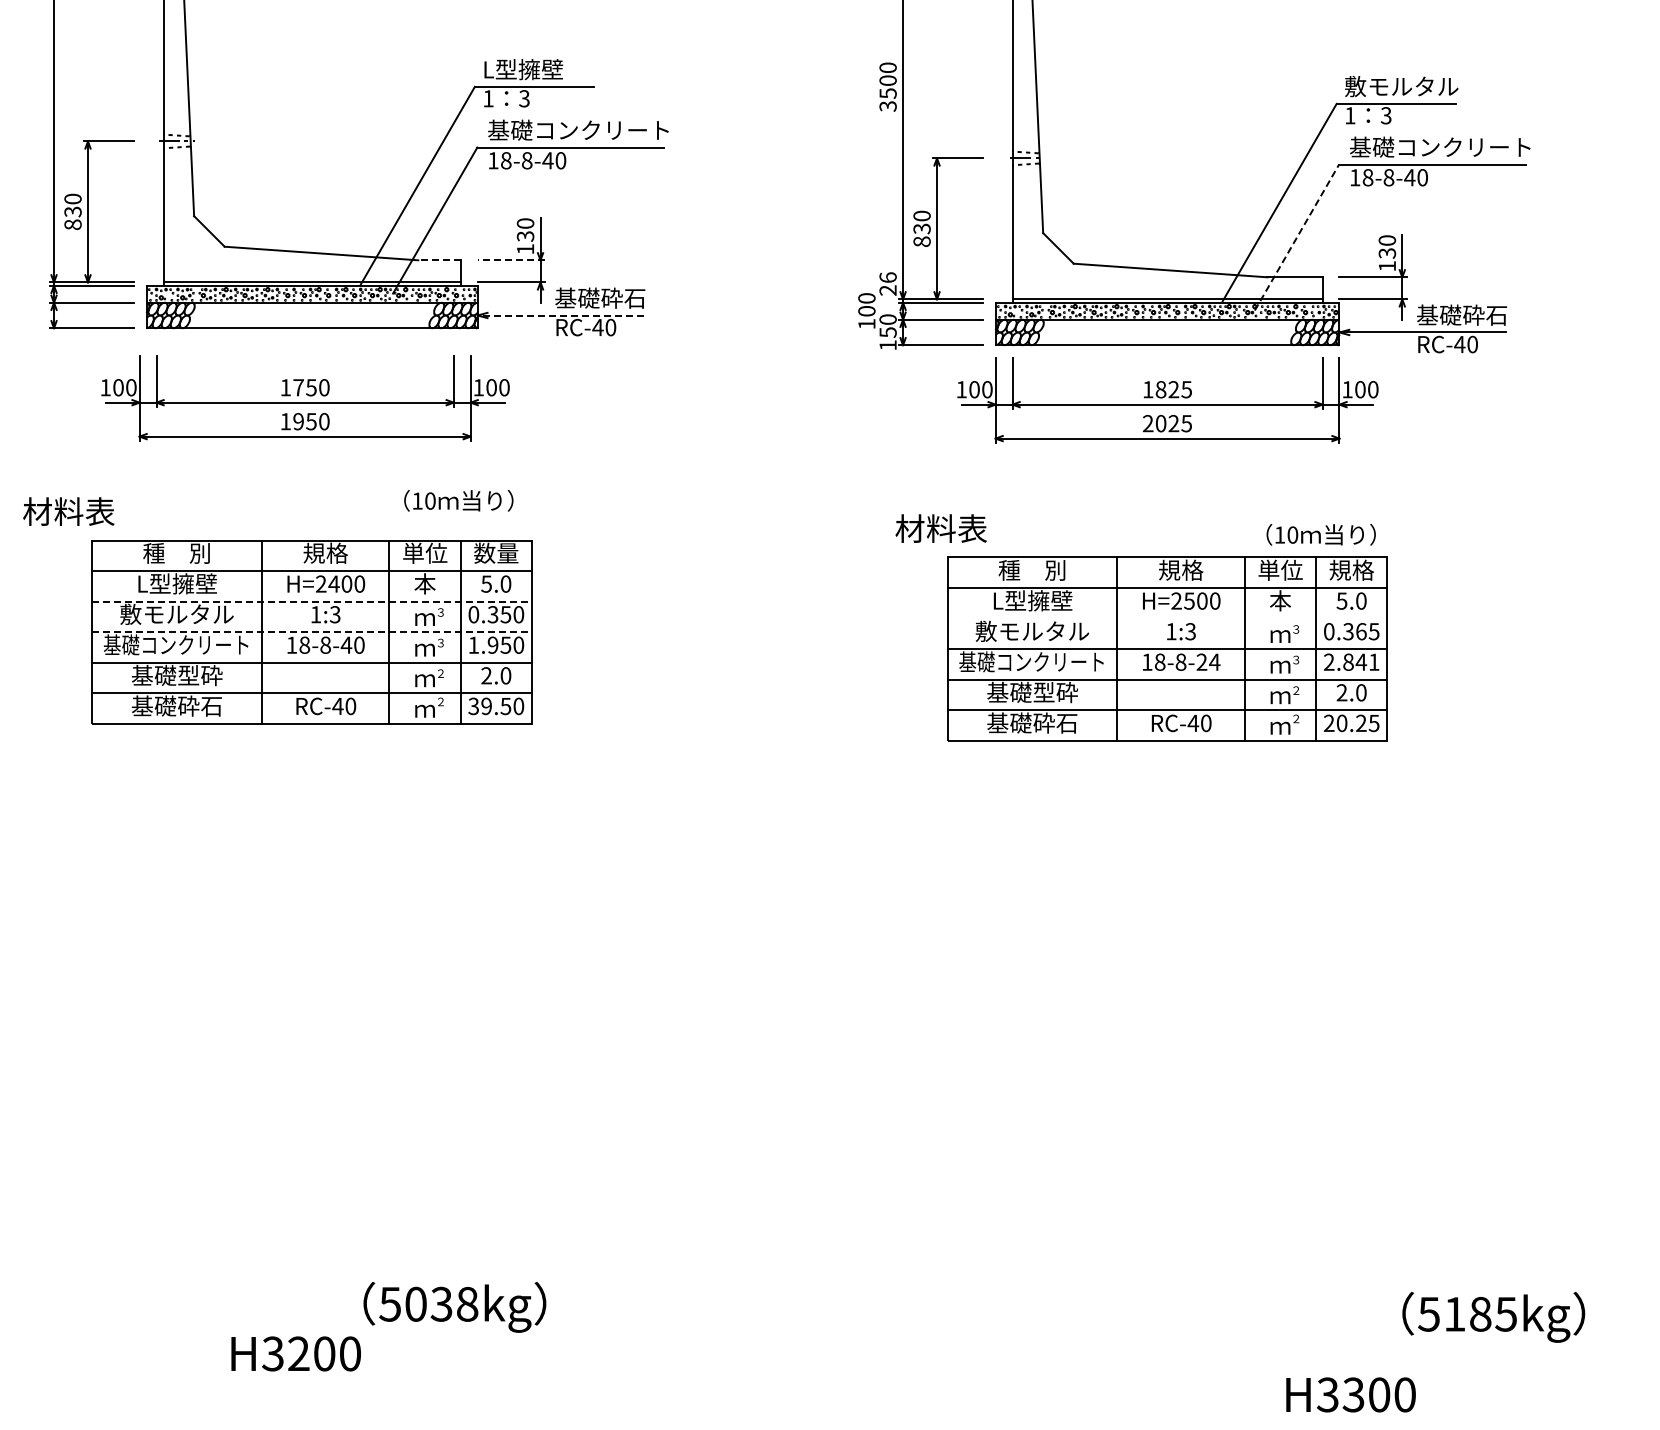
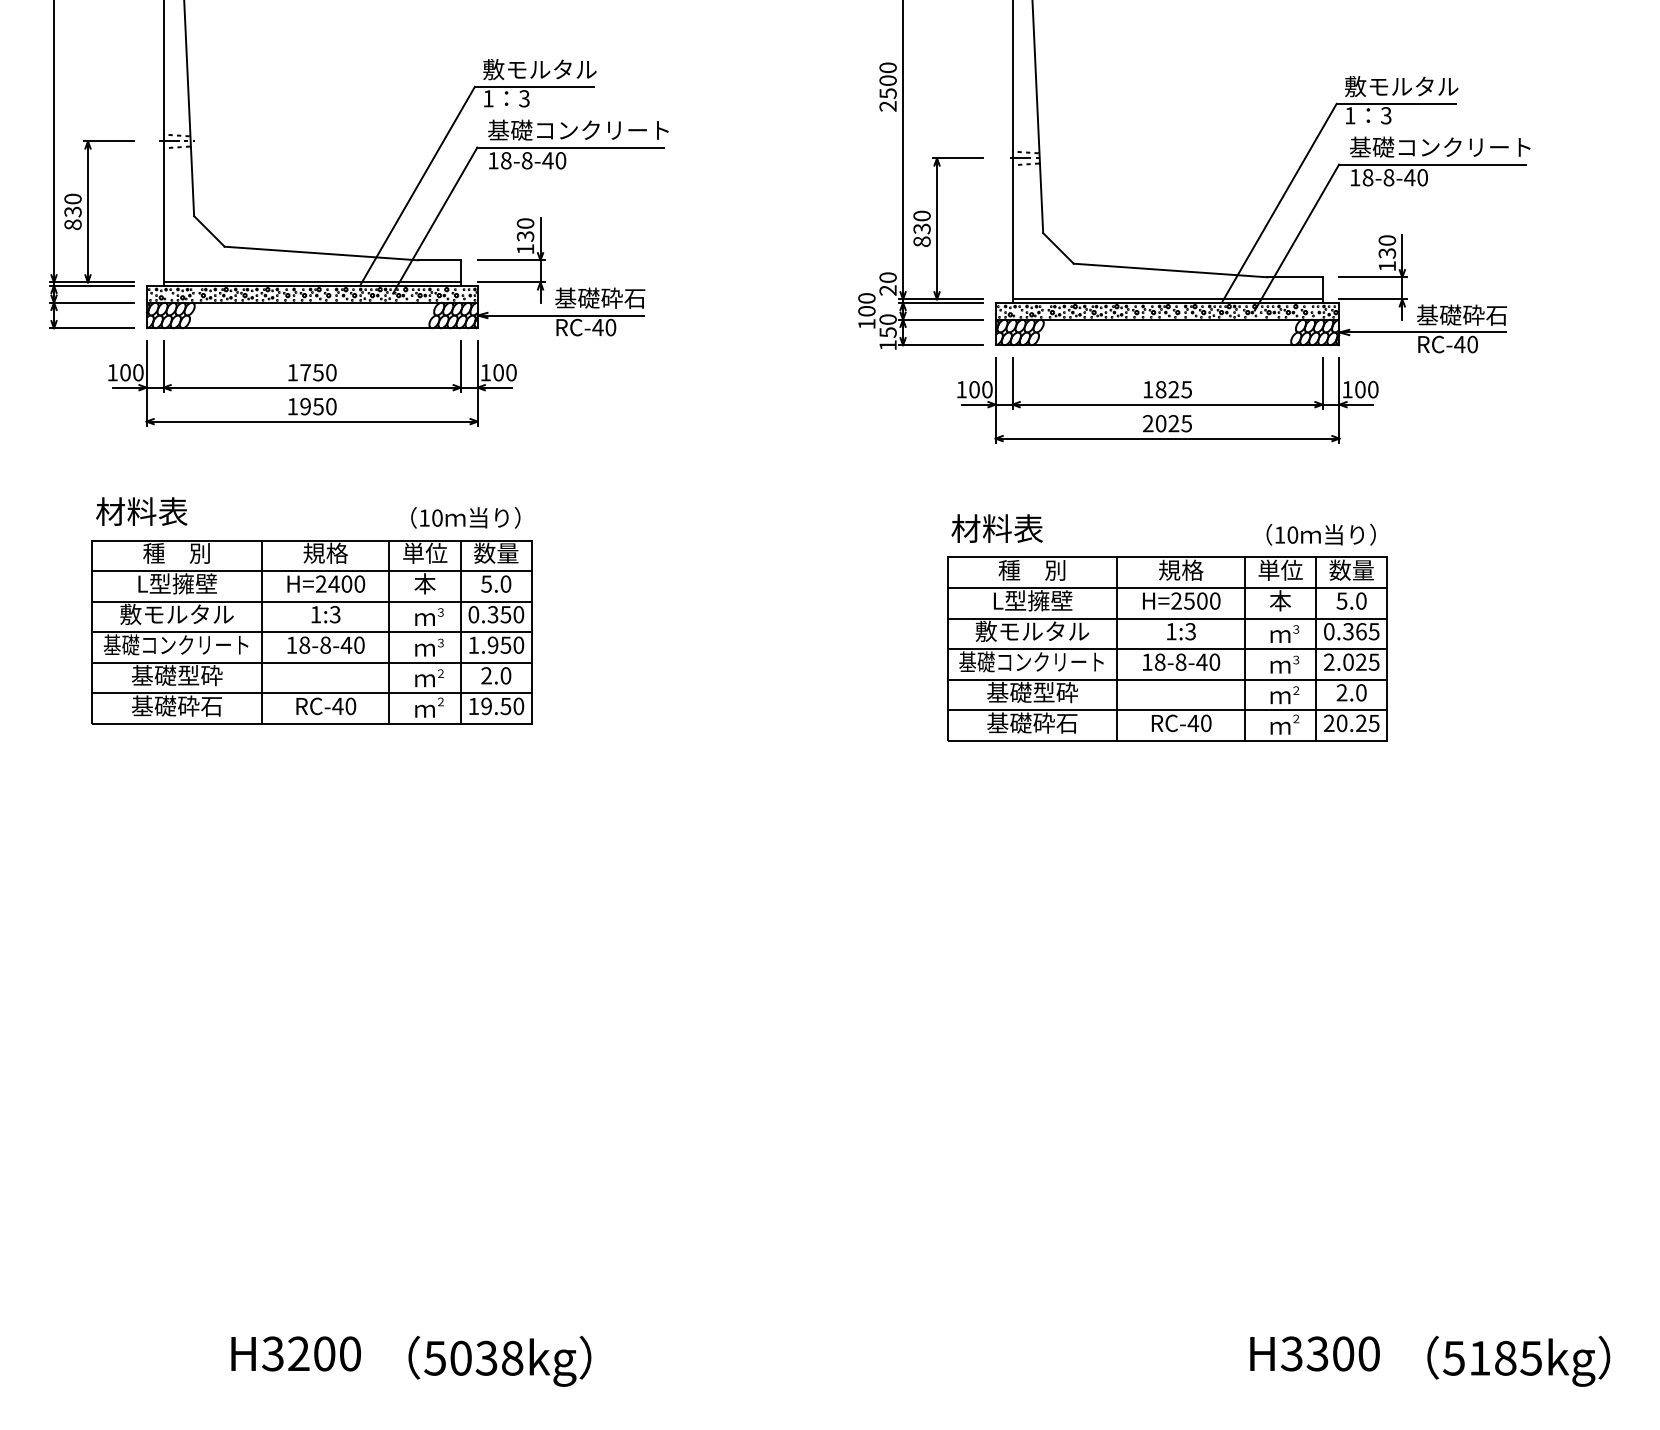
text at (539, 69): L型擁壁 -> 敷モルタル
text at (887, 106): 3500 -> 2500
line at (1297, 237): dashed -> solid
line at (439, 260): dashed -> solid
line at (511, 260): dashed -> solid
text at (887, 277): 26 -> 20
line at (560, 315): dashed -> solid
part at (305, 398) position: (305, 398) -> (312, 383)
text at (458, 500) position: (458, 500) -> (465, 517)
text at (68, 511) position: (68, 511) -> (141, 511)
text at (940, 528) position: (940, 528) -> (996, 528)
text at (1351, 569): 規格 -> 数量
line at (312, 601): dashed -> solid
line at (1167, 618): none -> present
line at (312, 632): dashed -> solid
text at (1208, 661): 18-8-24 -> 18-8-40
text at (1361, 661): 2.841 -> 2.025
text at (473, 706): 39.50 -> 19.50
text at (454, 1307) position: (454, 1307) -> (499, 1361)
text at (1493, 1316) position: (1493, 1316) -> (1518, 1360)
text at (1350, 1394) position: (1350, 1394) -> (1314, 1353)
